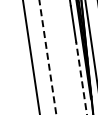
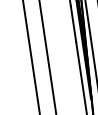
line at (47, 57): dashed -> solid
line at (81, 77): dashed -> solid
